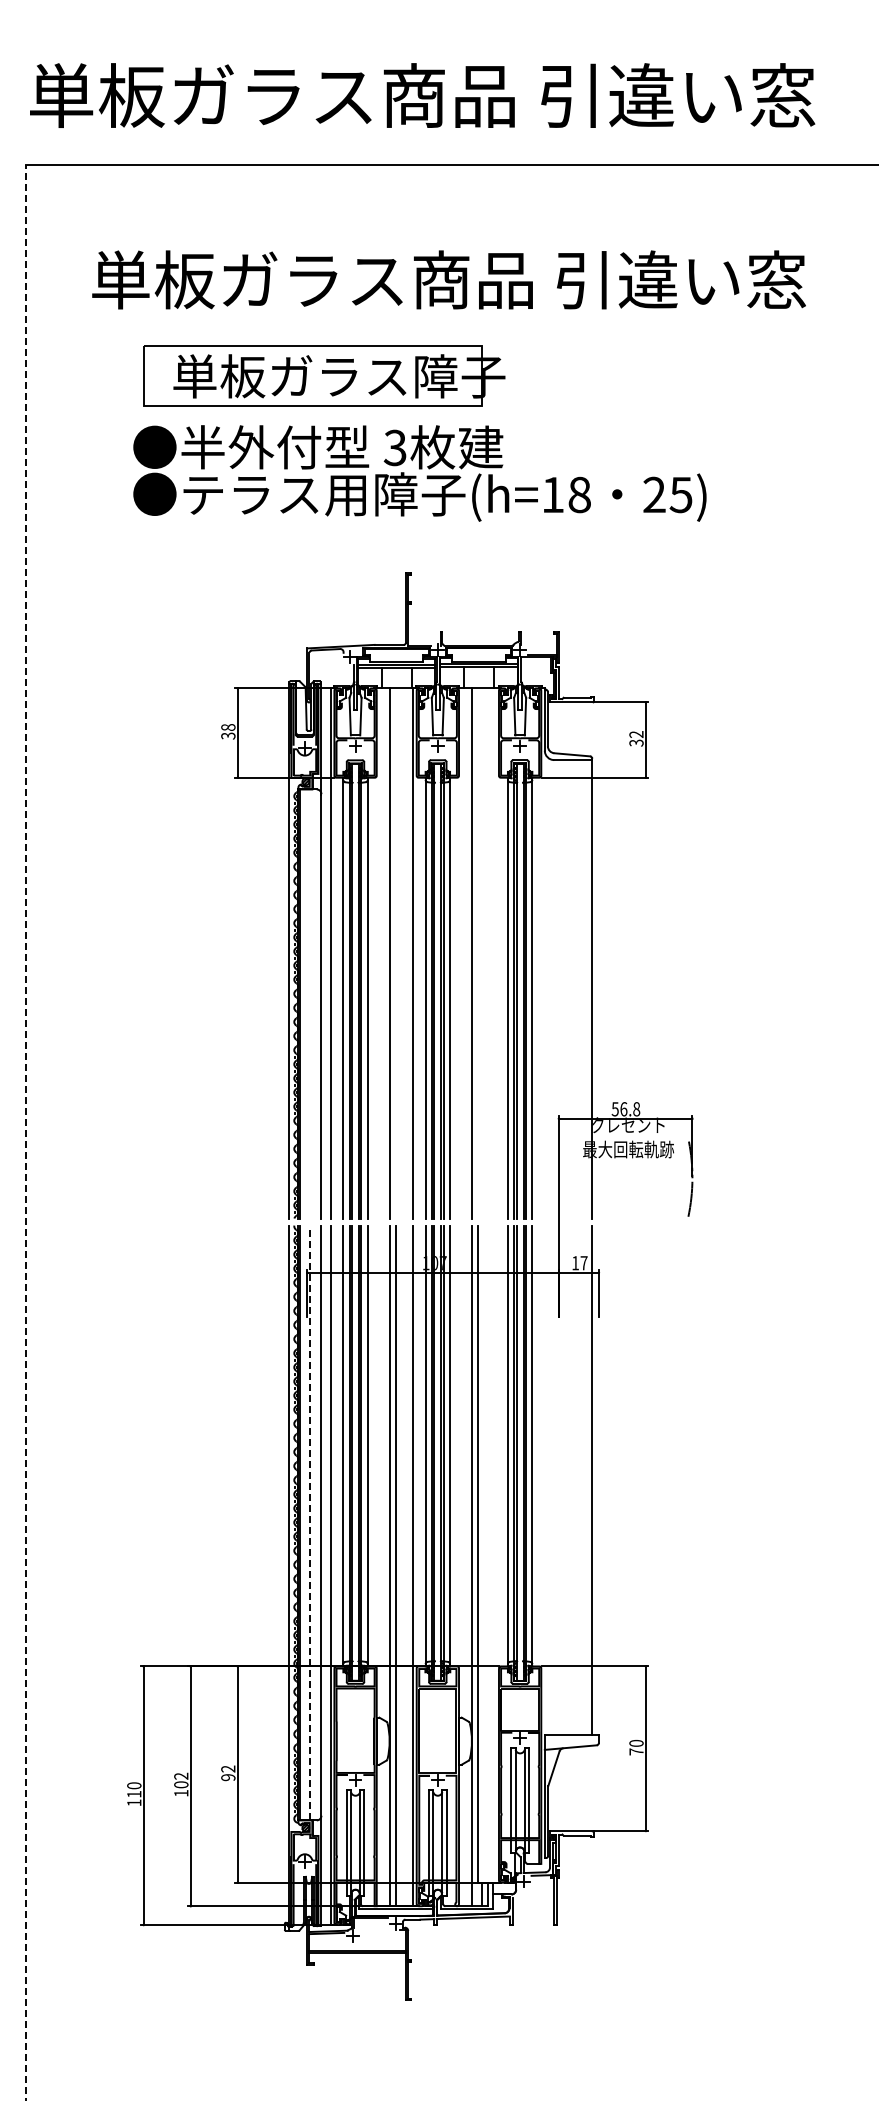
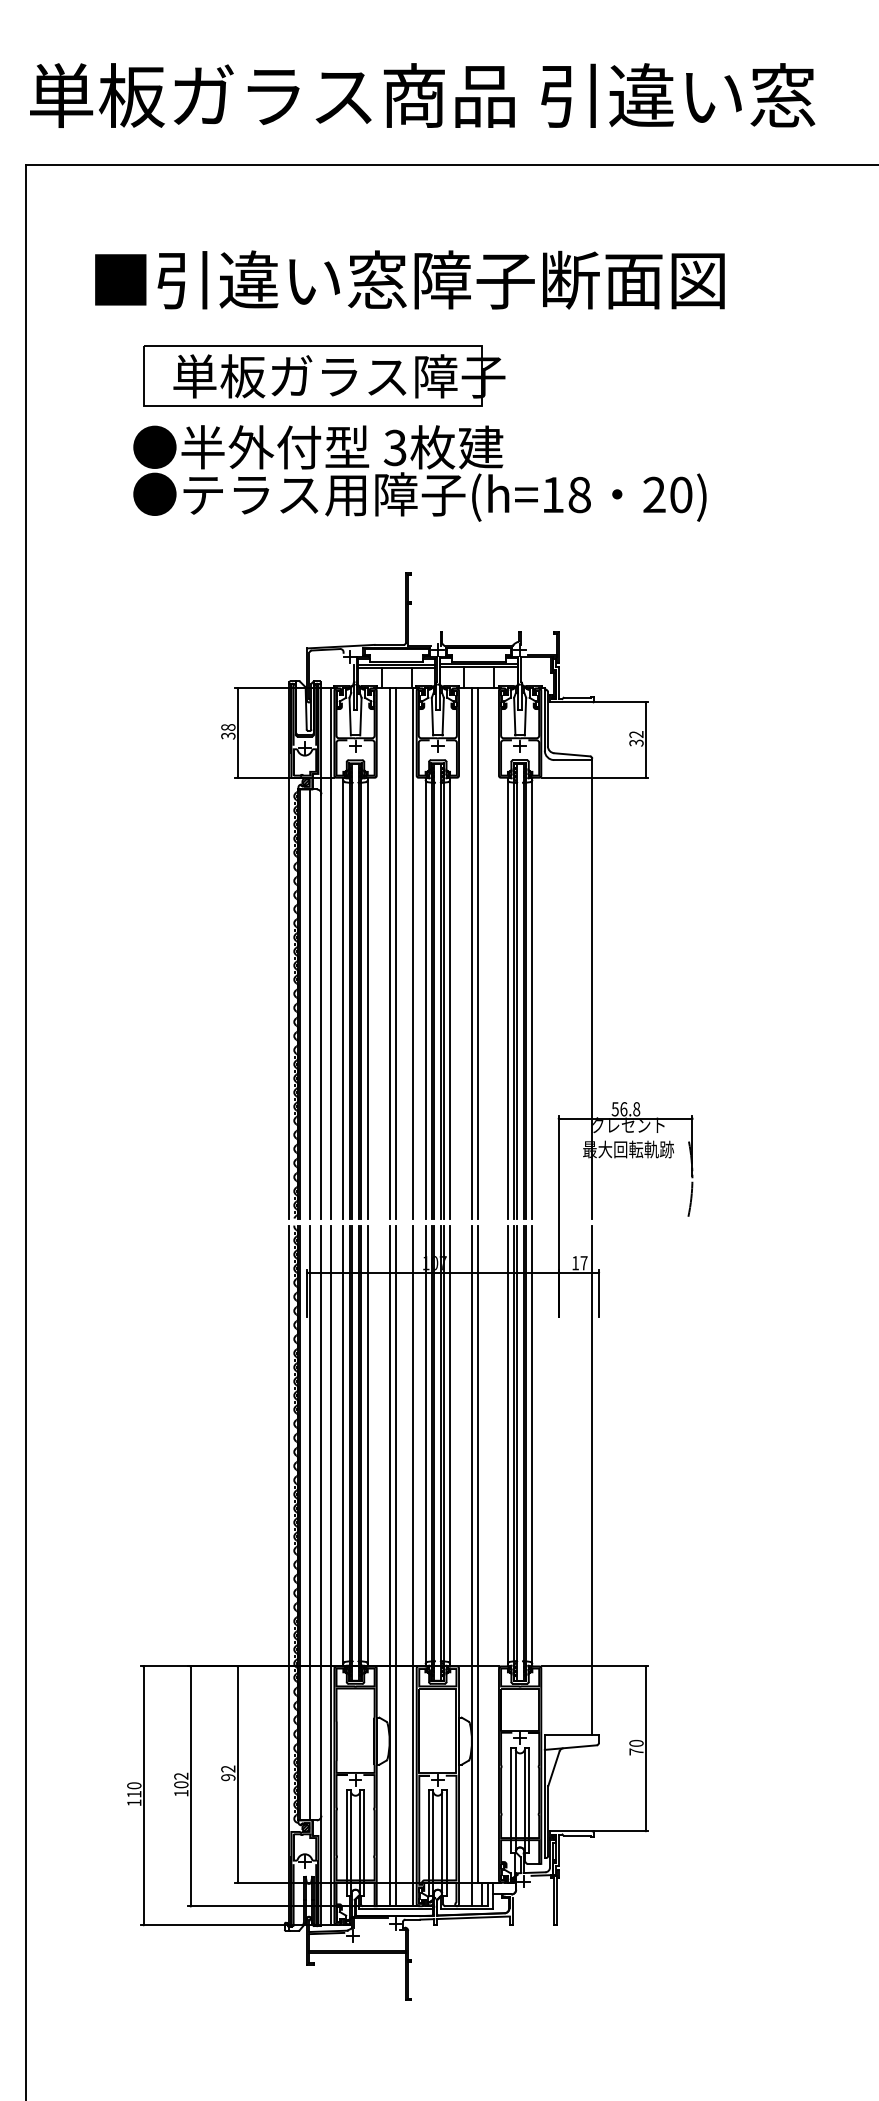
text at (448, 279): 単板ガラス商品 引違い窓 -> ■引違い窓障子断面図
text at (680, 494): 25) -> 20)
line at (395, 953): none -> present
line at (477, 953): none -> present
line at (310, 1003): none -> present
line at (26, 1132): dashed -> solid
line at (310, 1522): dashed -> solid
